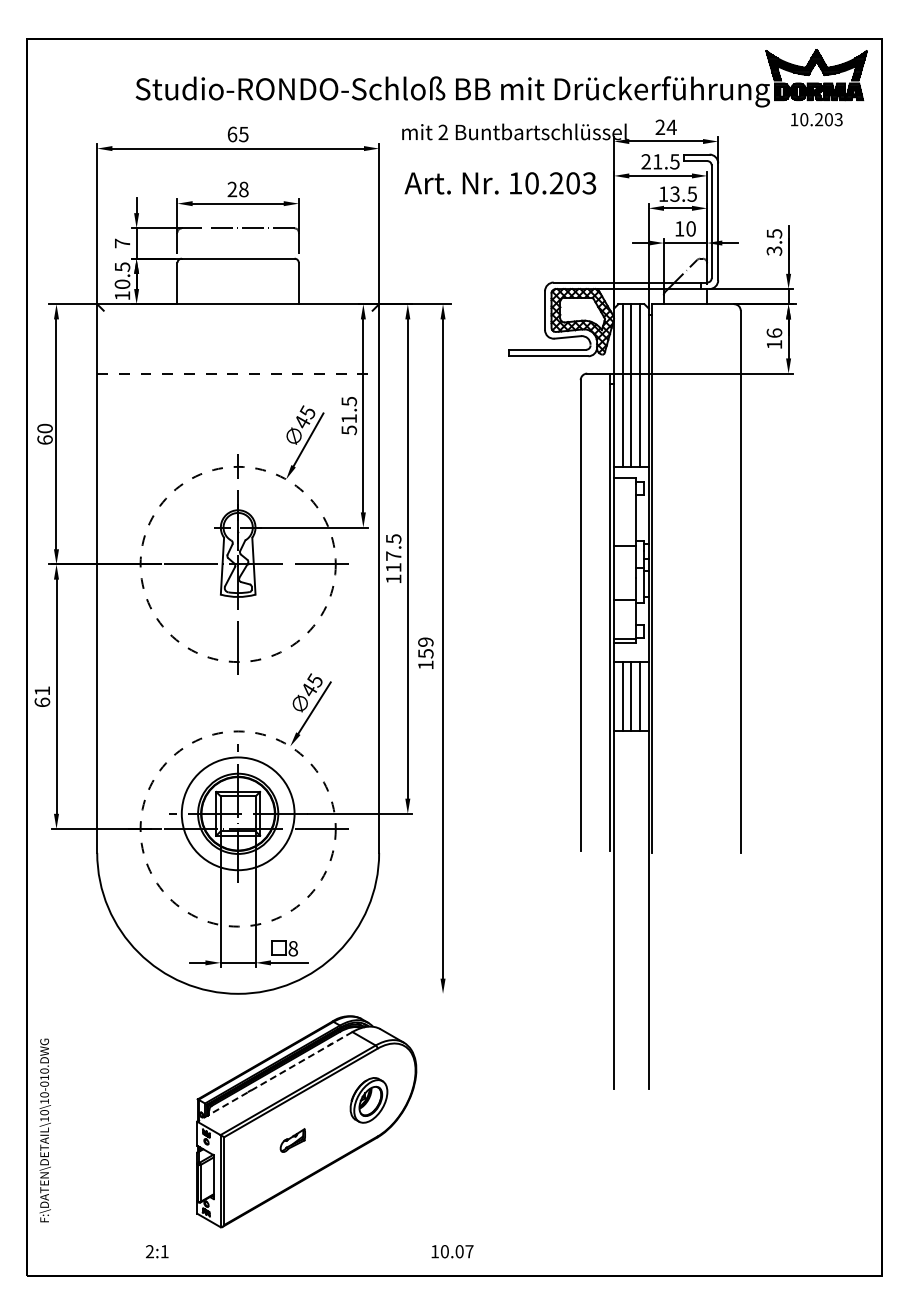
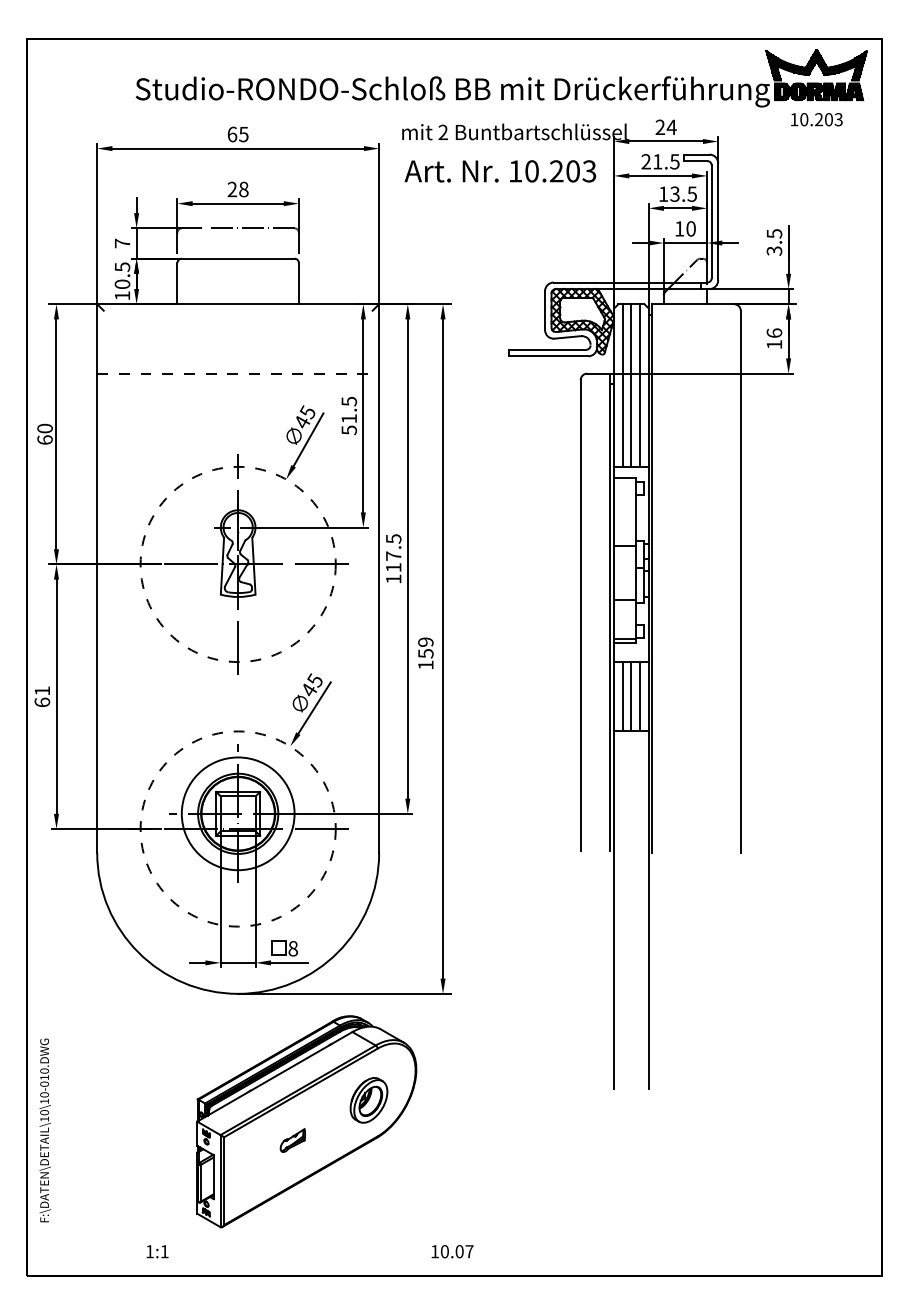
text at (500, 183) position: (500, 183) -> (500, 171)
line at (344, 993): none -> present
line at (274, 1076): dashed -> solid
text at (149, 1251): 2:1 -> 1:1
